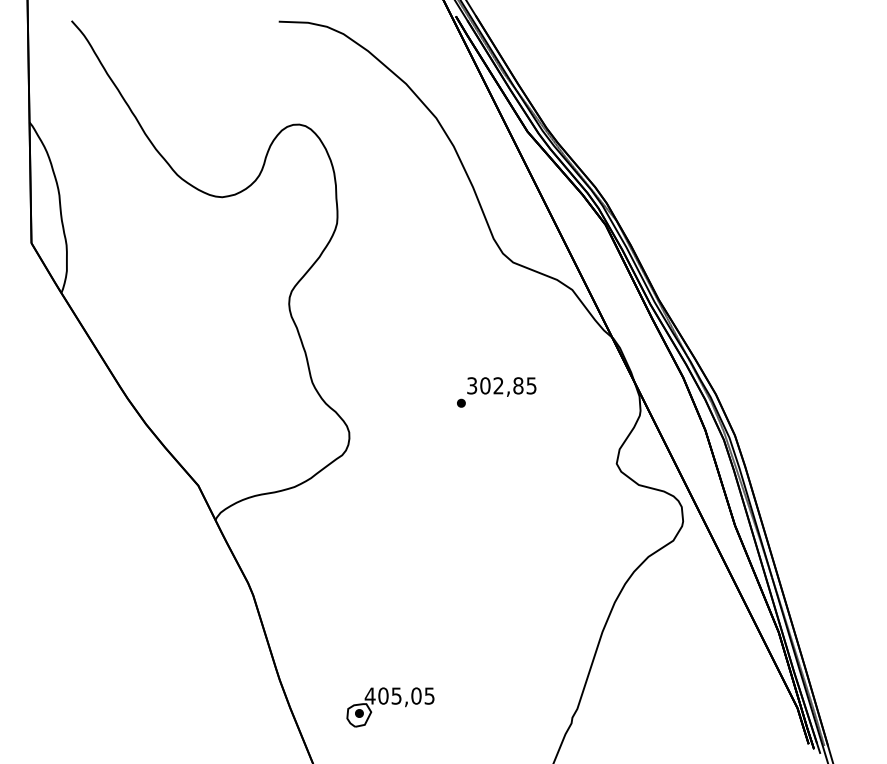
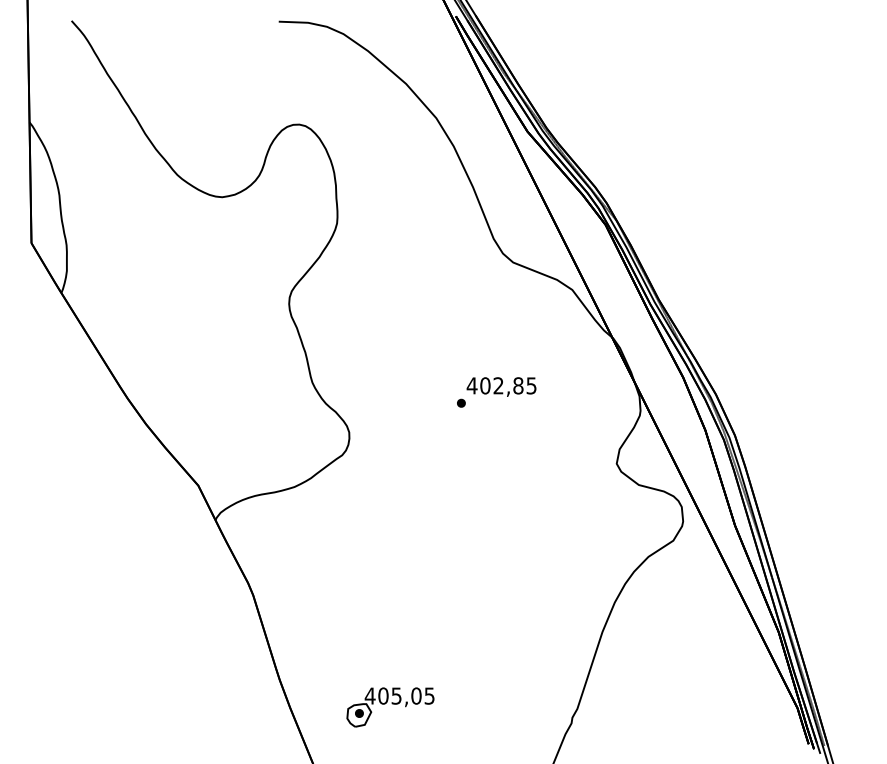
text at (471, 385): 302,85 -> 402,85
